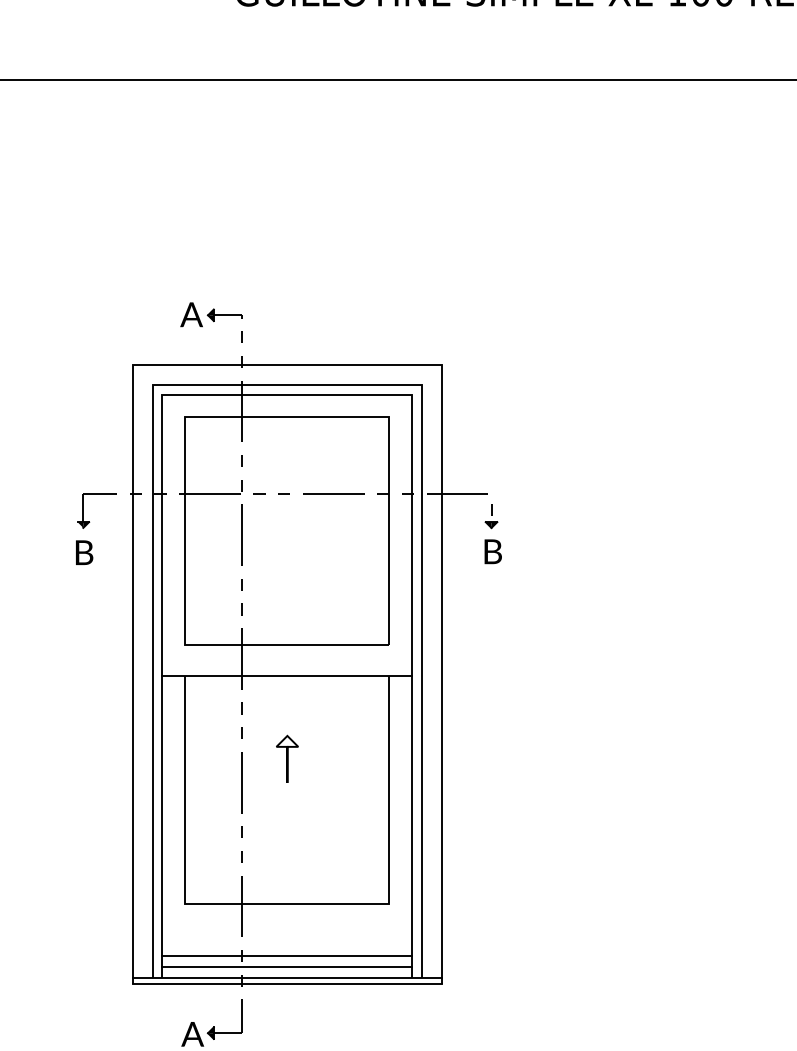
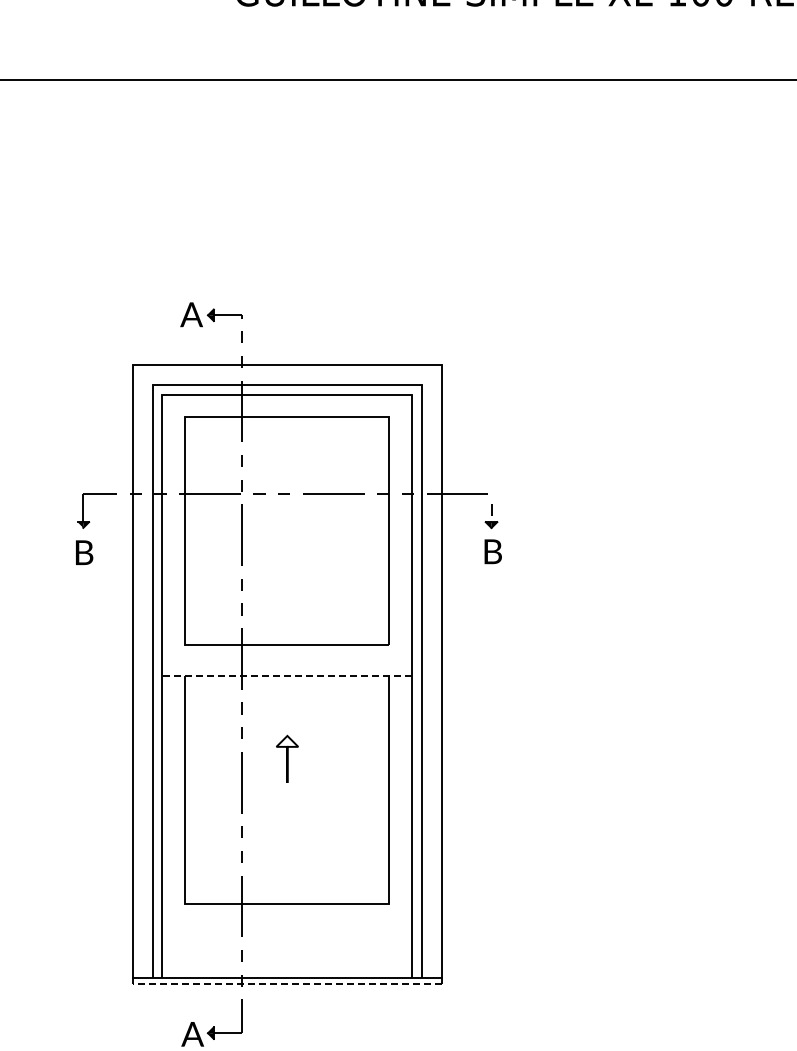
line at (287, 676): solid -> dashed
line at (287, 956): present -> none
line at (287, 967): present -> none
line at (287, 983): solid -> dashed
